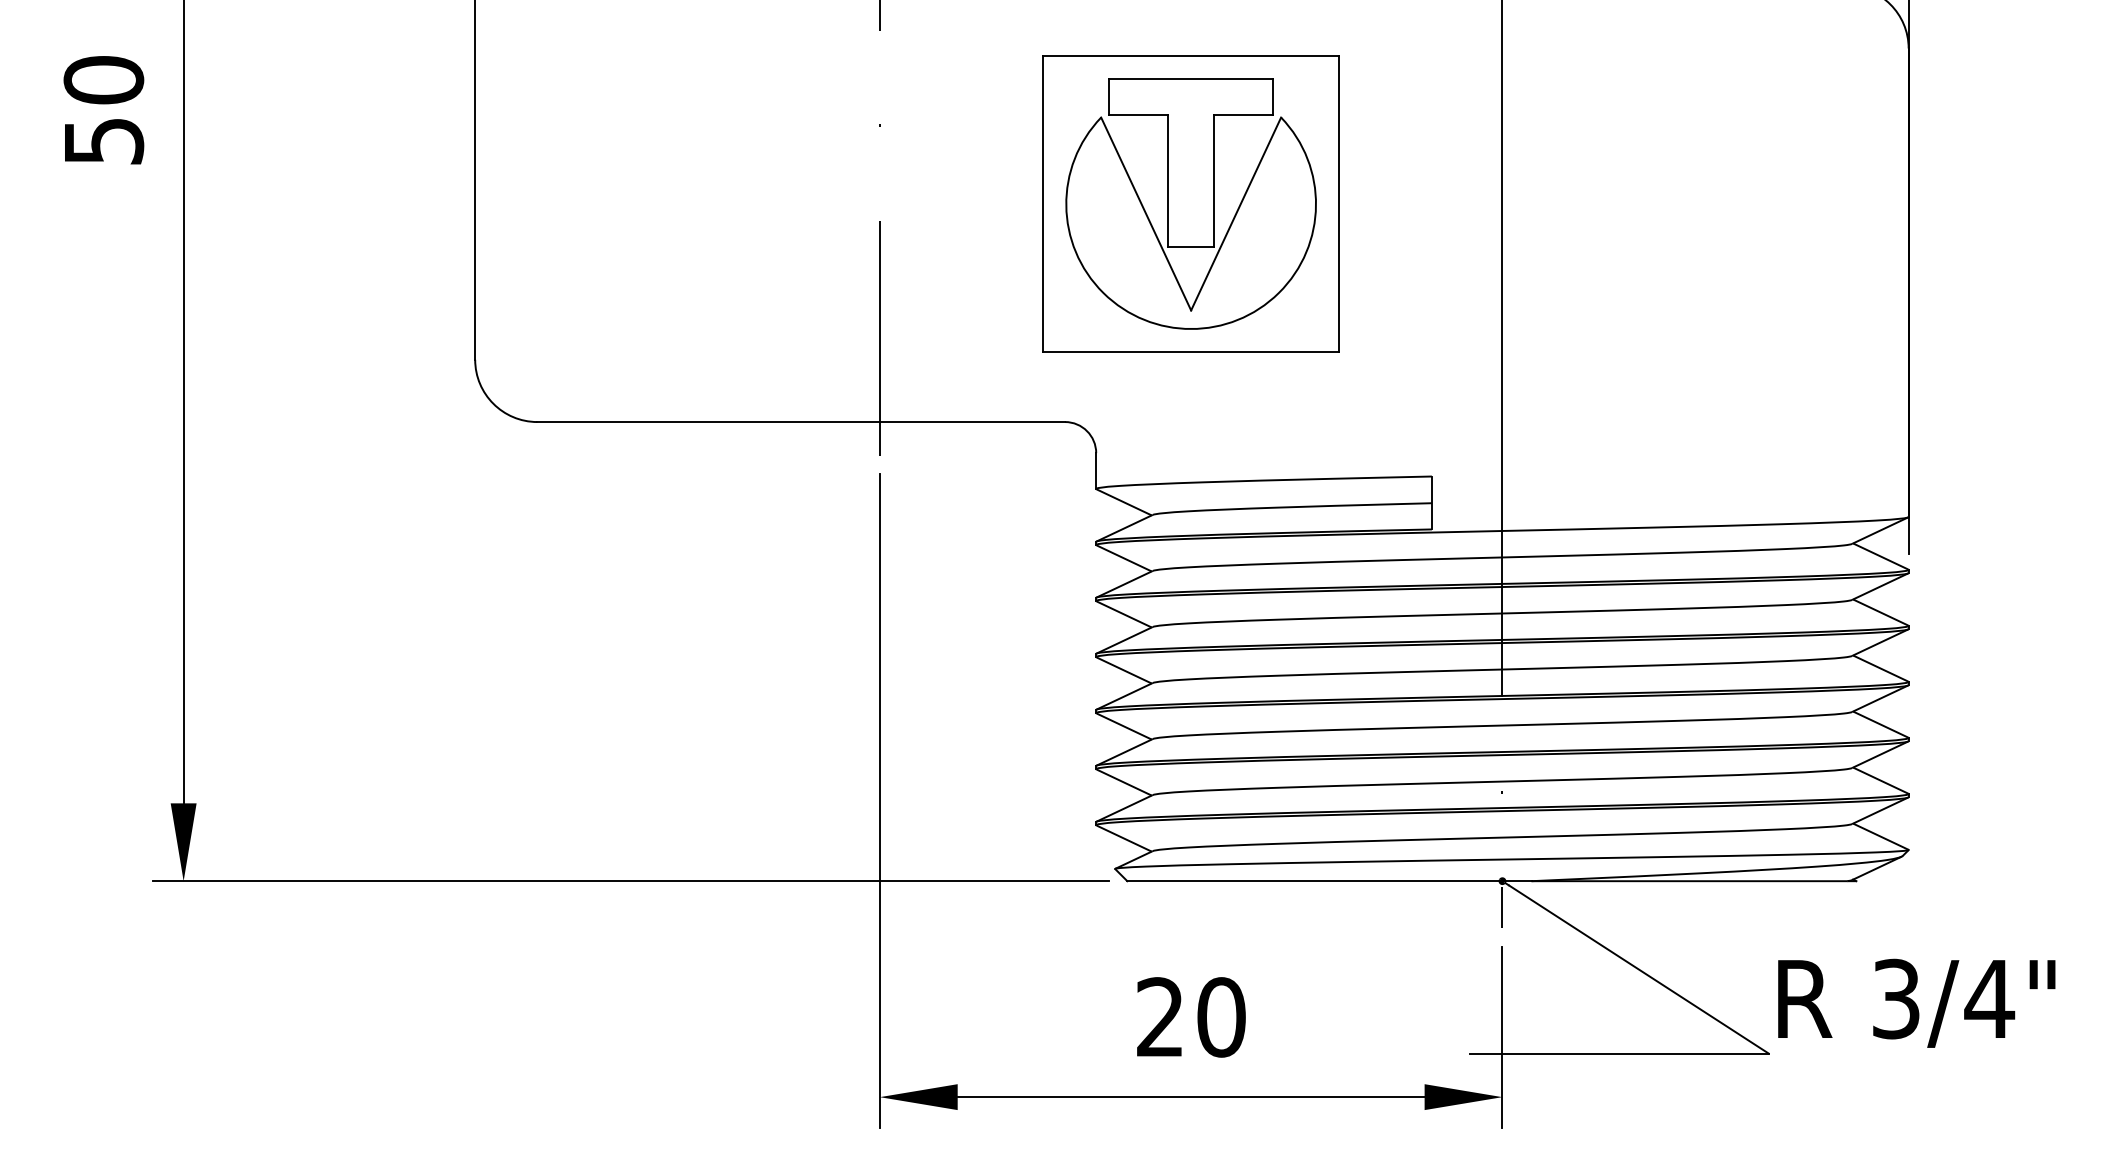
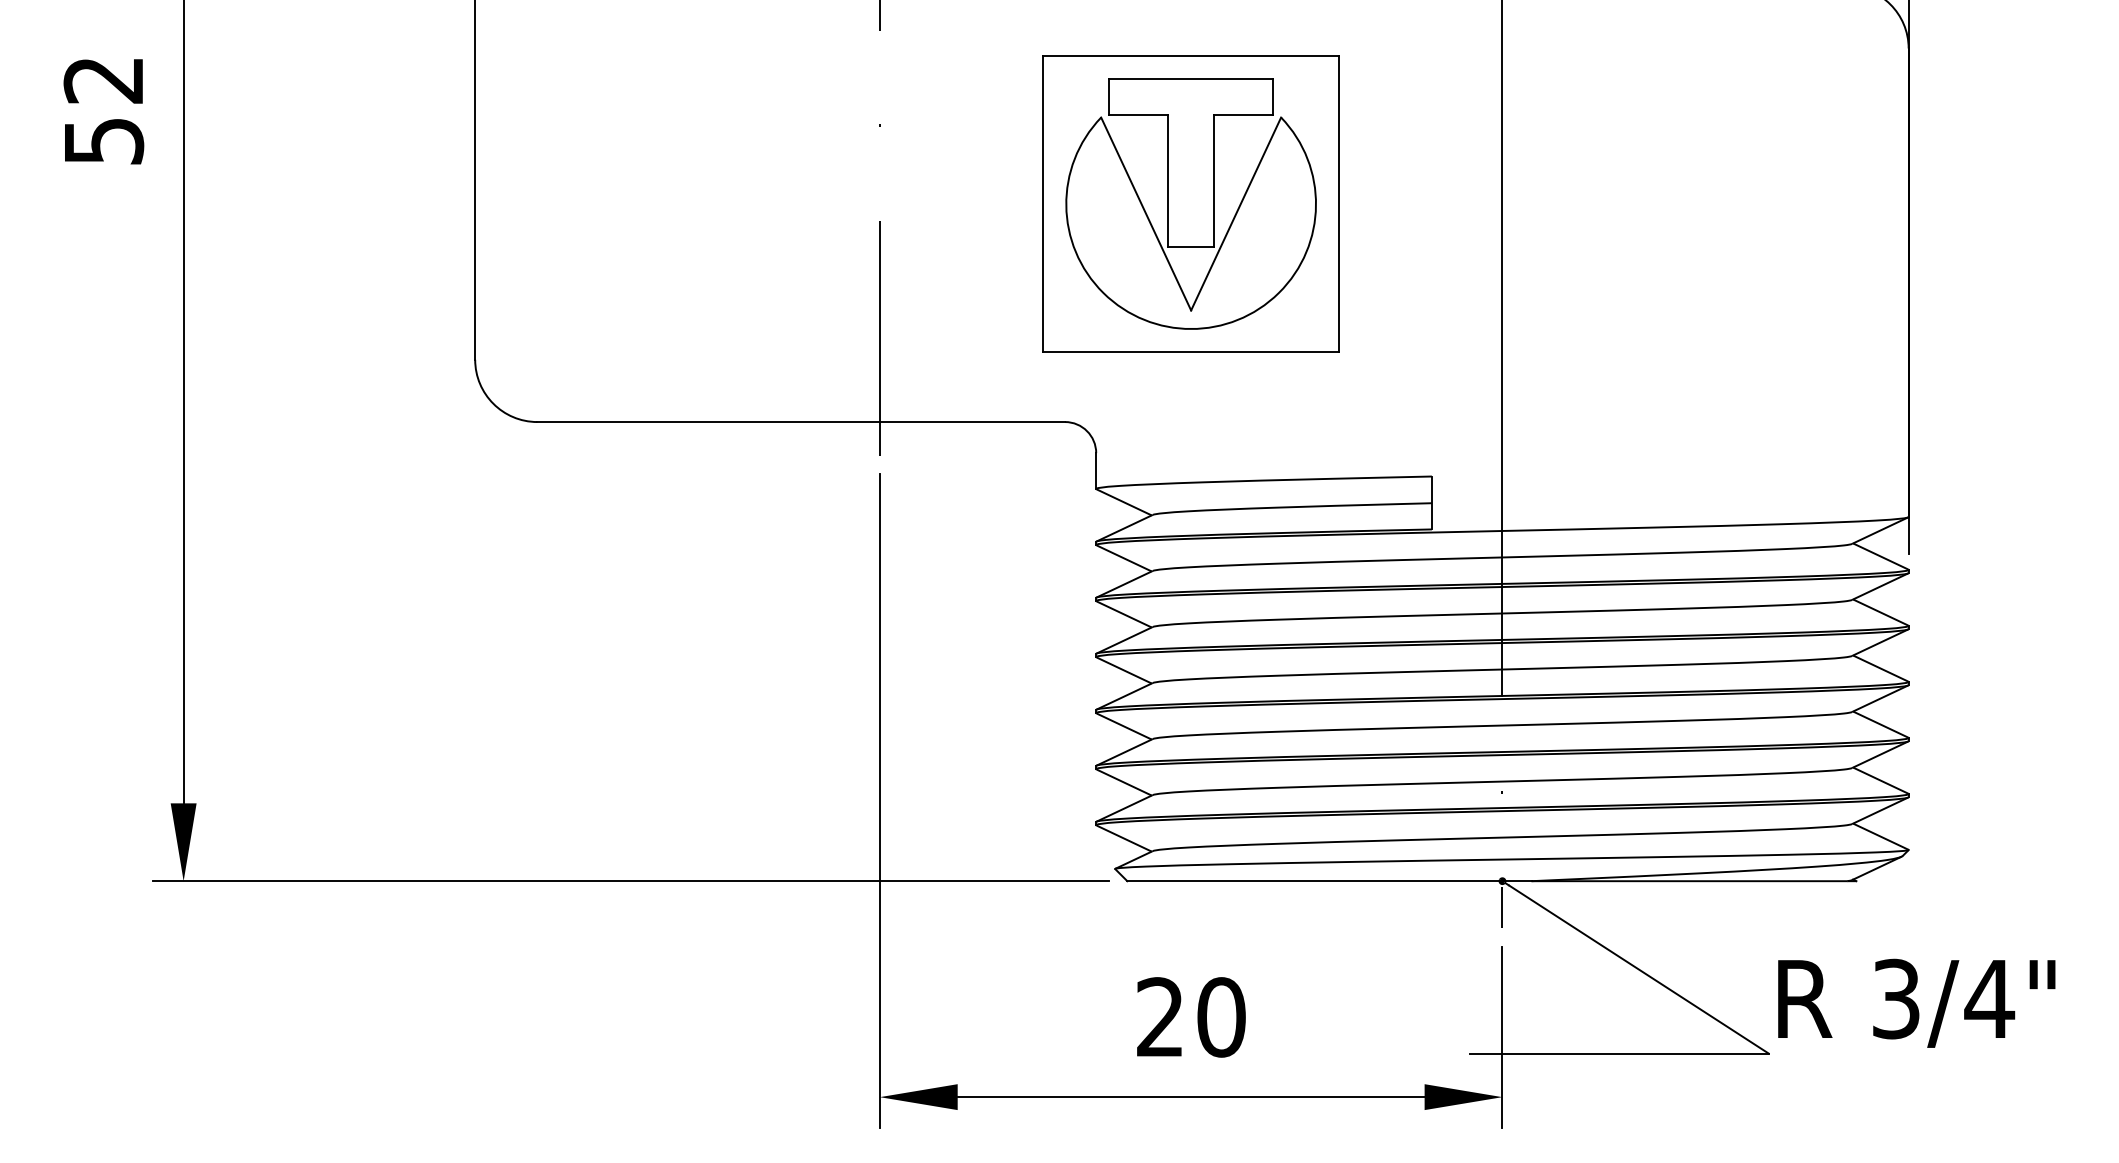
text at (103, 80): 50 -> 52
